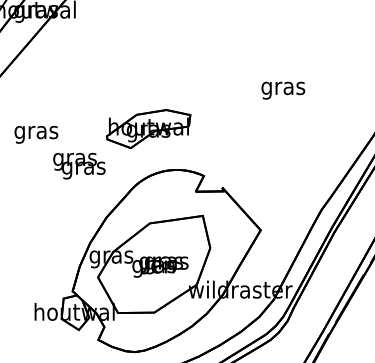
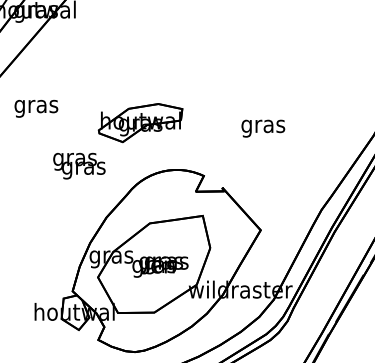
text at (283, 90) position: (283, 90) -> (263, 128)
part at (148, 129) position: (148, 129) -> (140, 123)
text at (36, 134) position: (36, 134) -> (36, 108)
